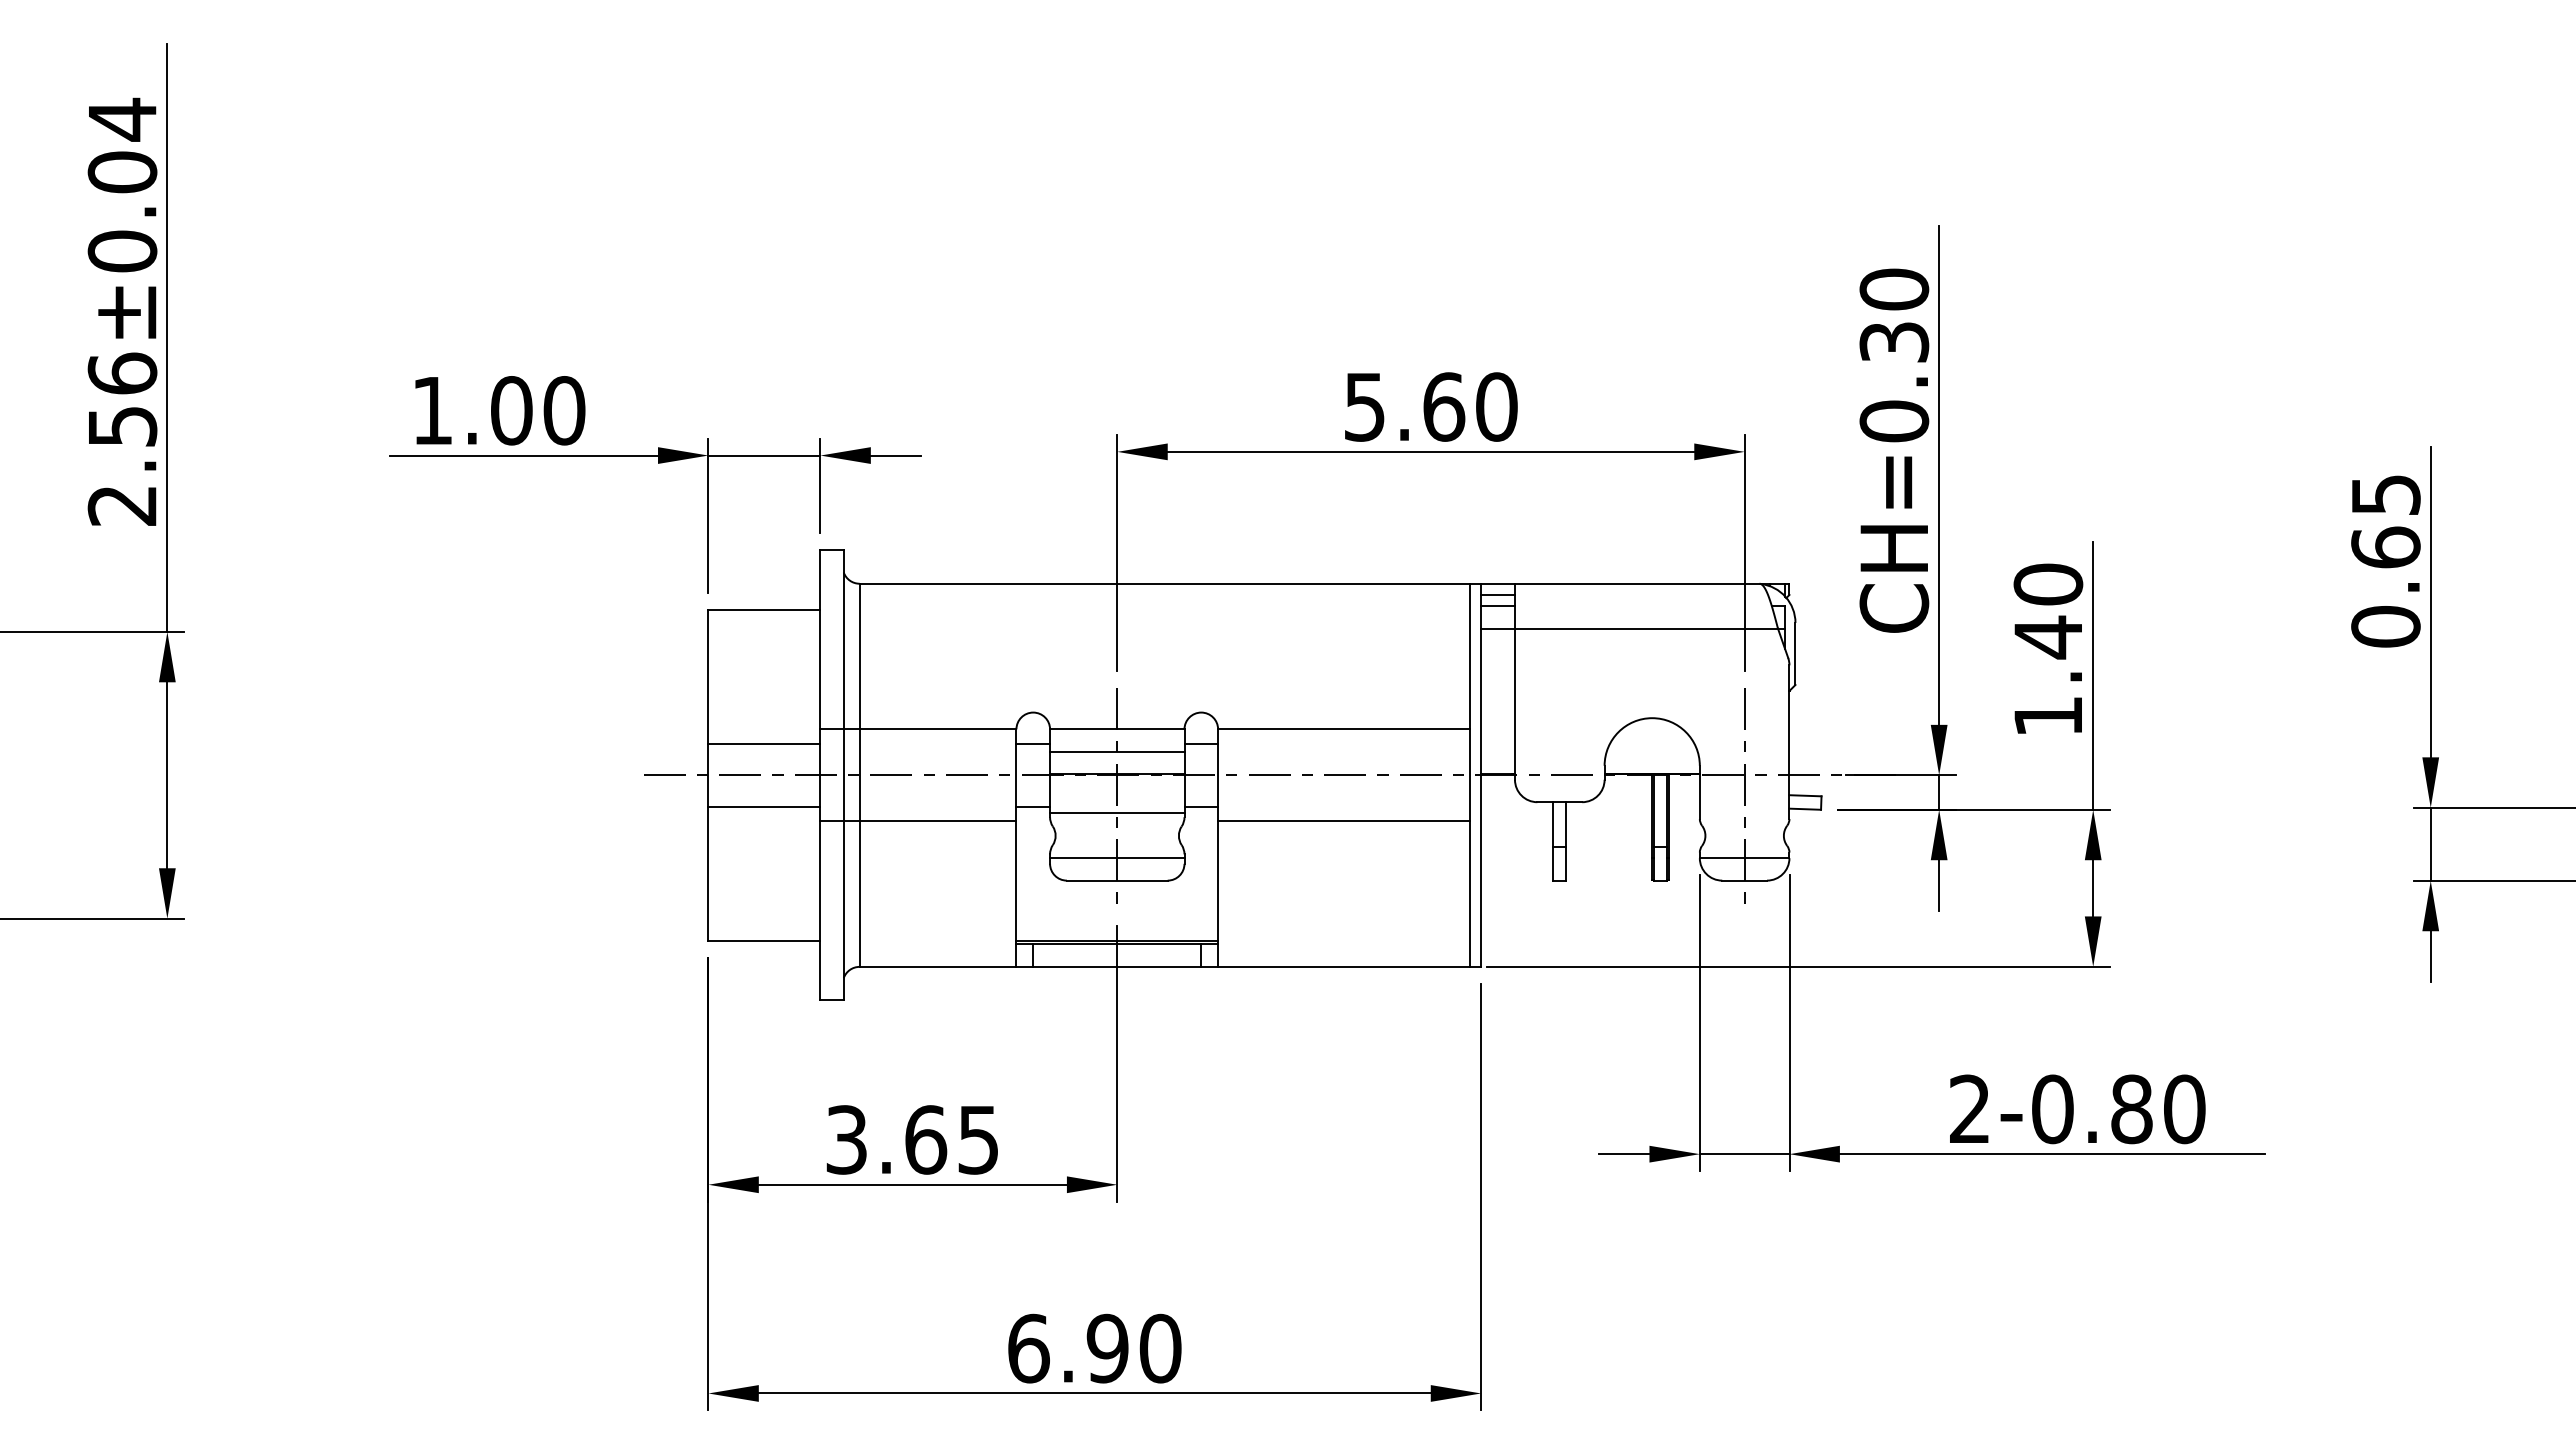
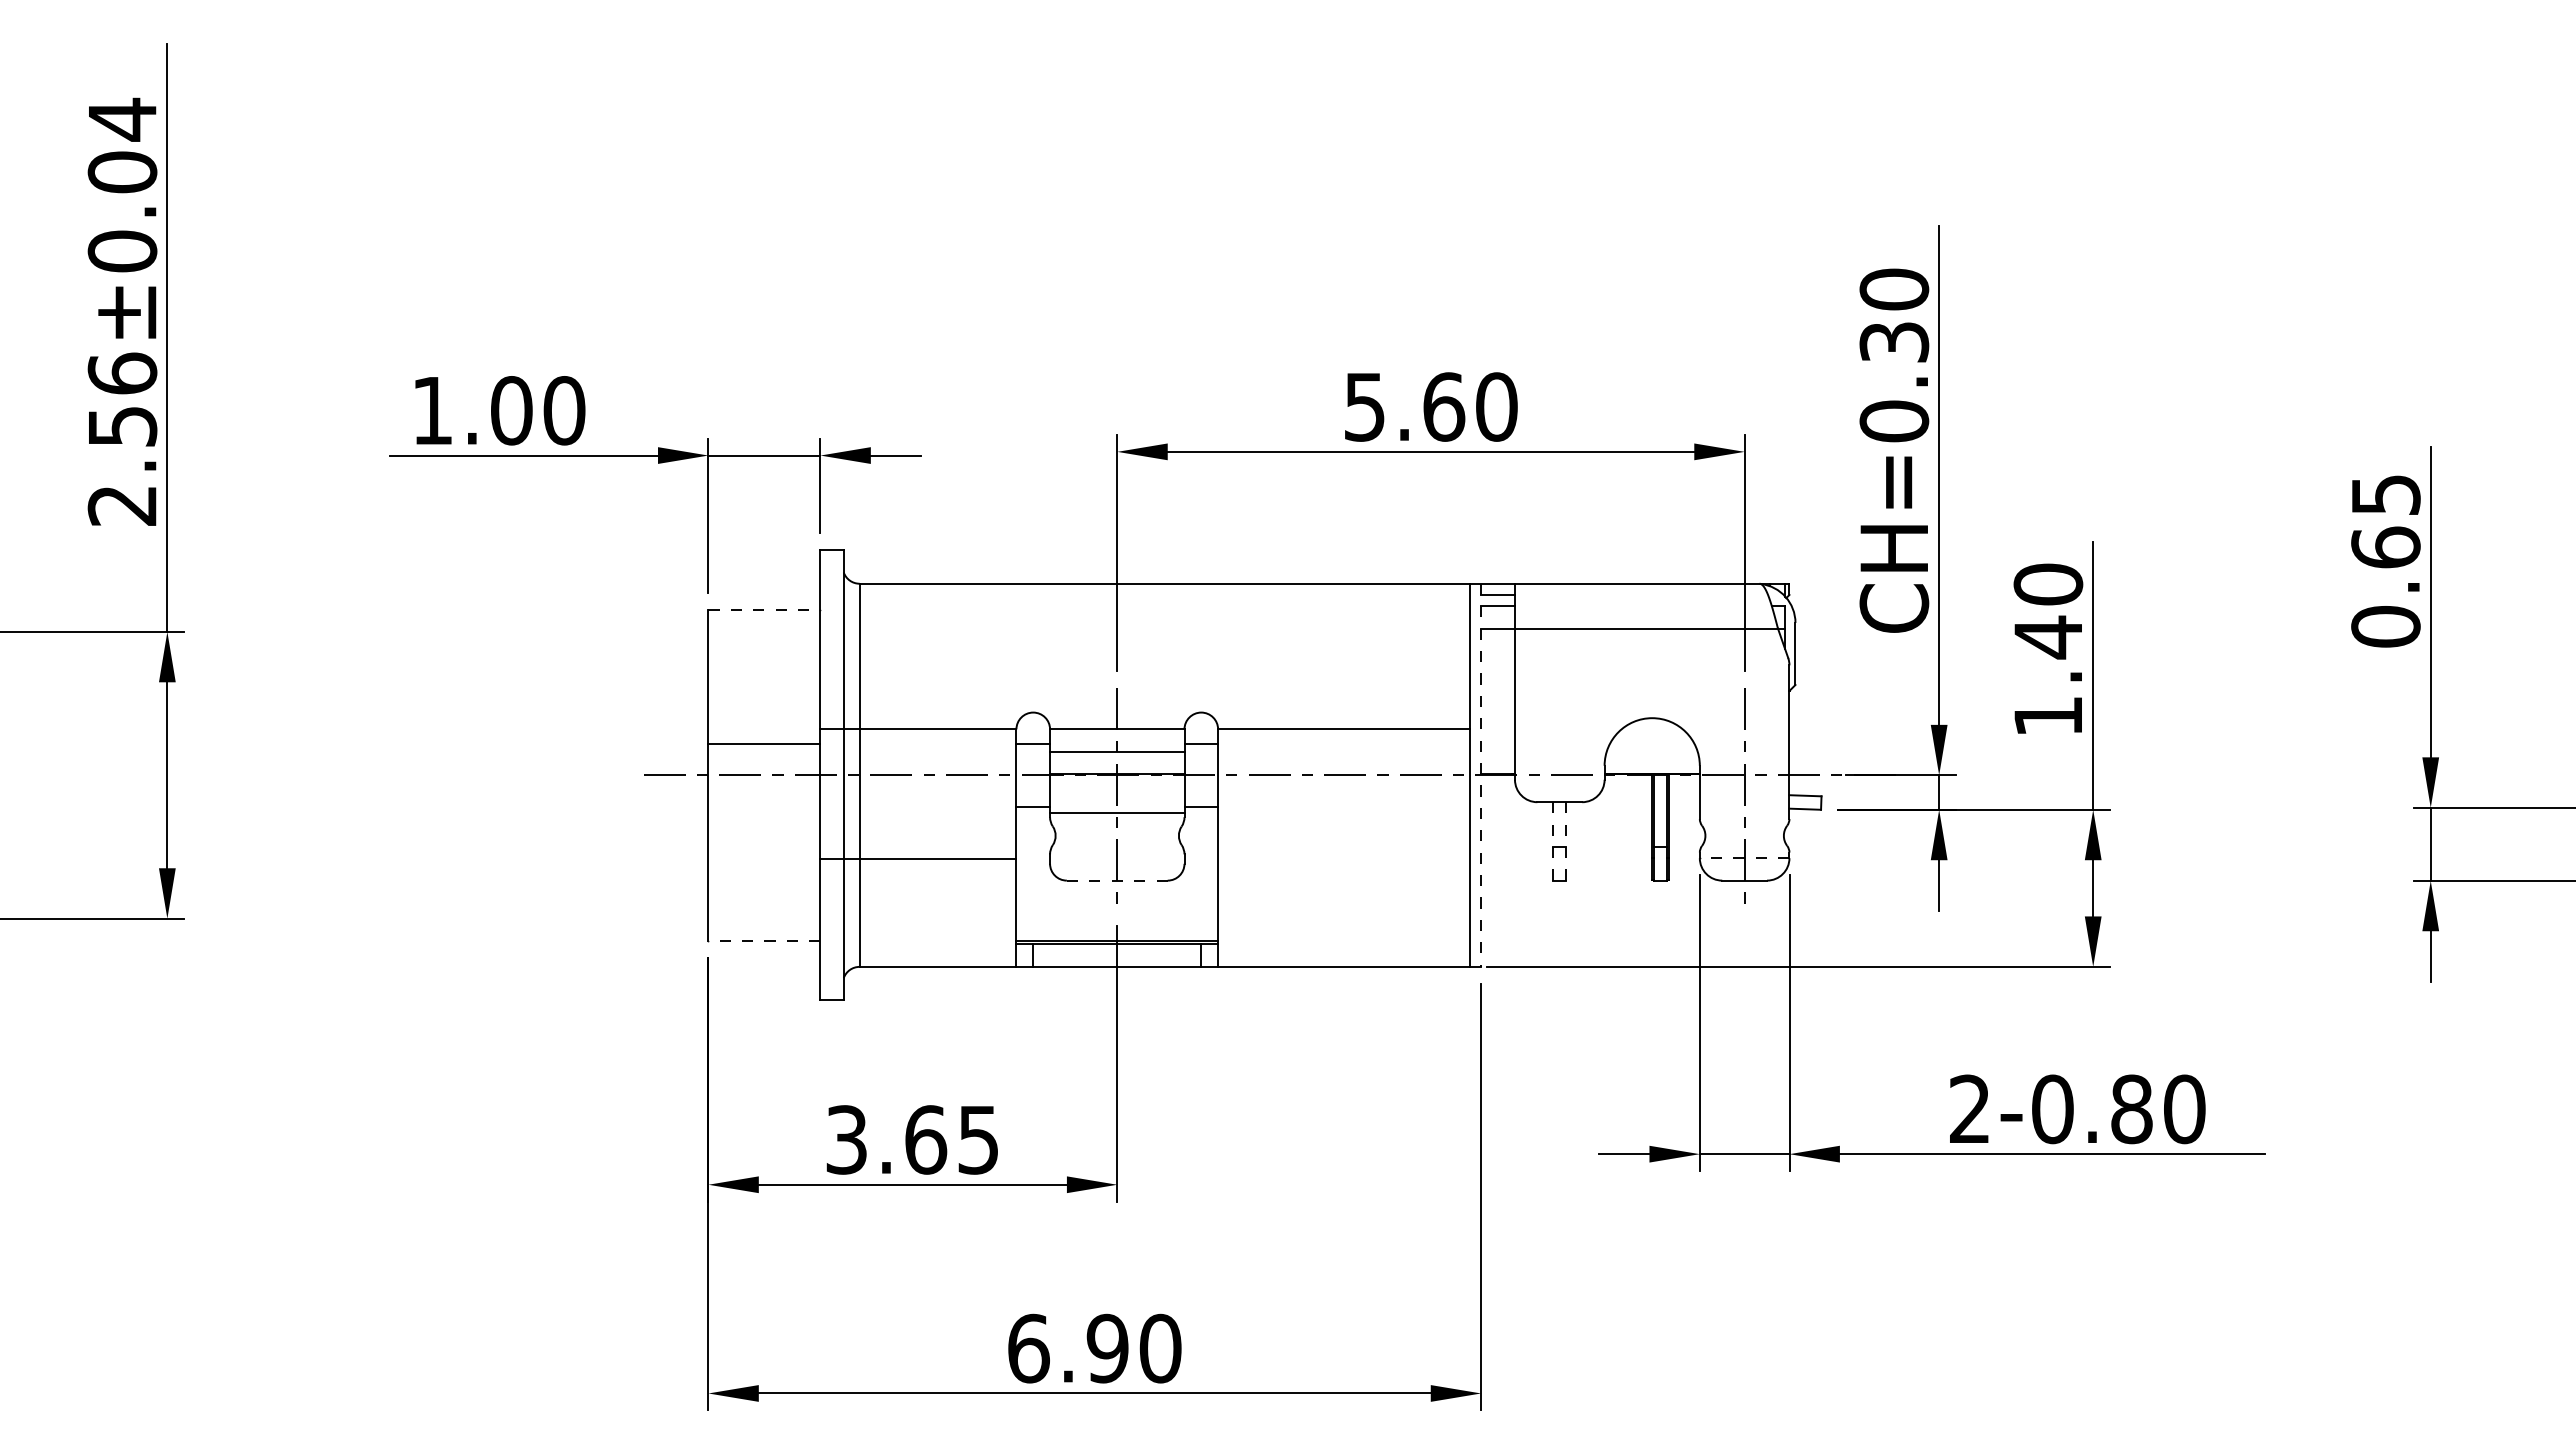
line at (764, 609): solid -> dashed
line at (1481, 775): solid -> dashed
line at (764, 806): present -> none
line at (918, 821) position: (918, 821) -> (918, 859)
line at (1344, 821): present -> none
line at (1553, 841): solid -> dashed
line at (1566, 841): solid -> dashed
line at (1117, 858): present -> none
line at (1744, 858): solid -> dashed
line at (1117, 880): solid -> dashed
line at (763, 941): solid -> dashed
